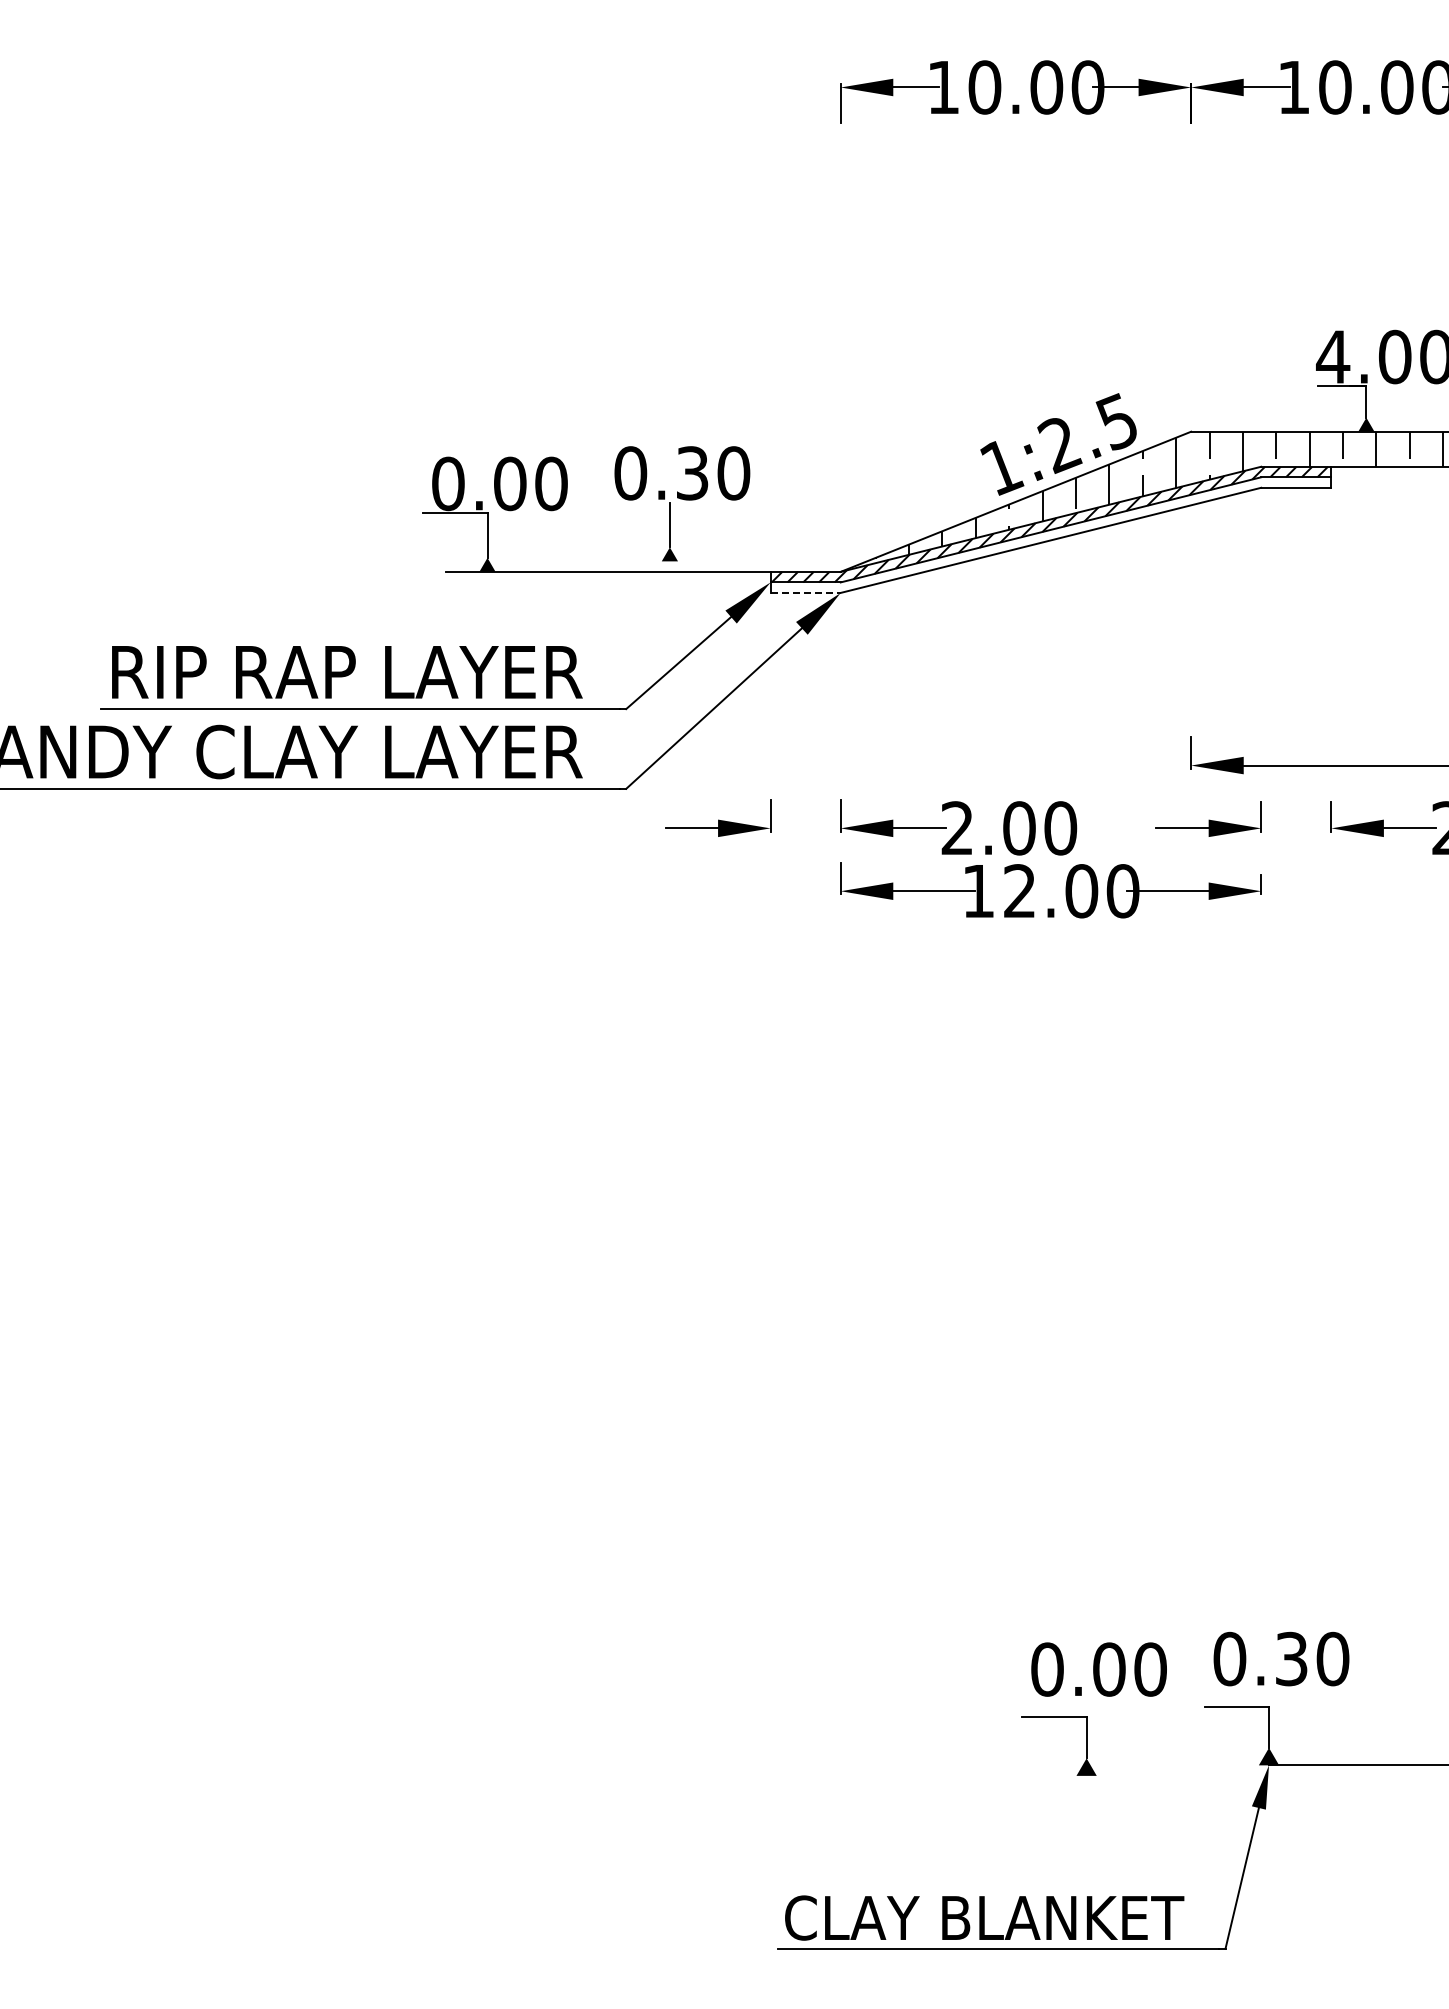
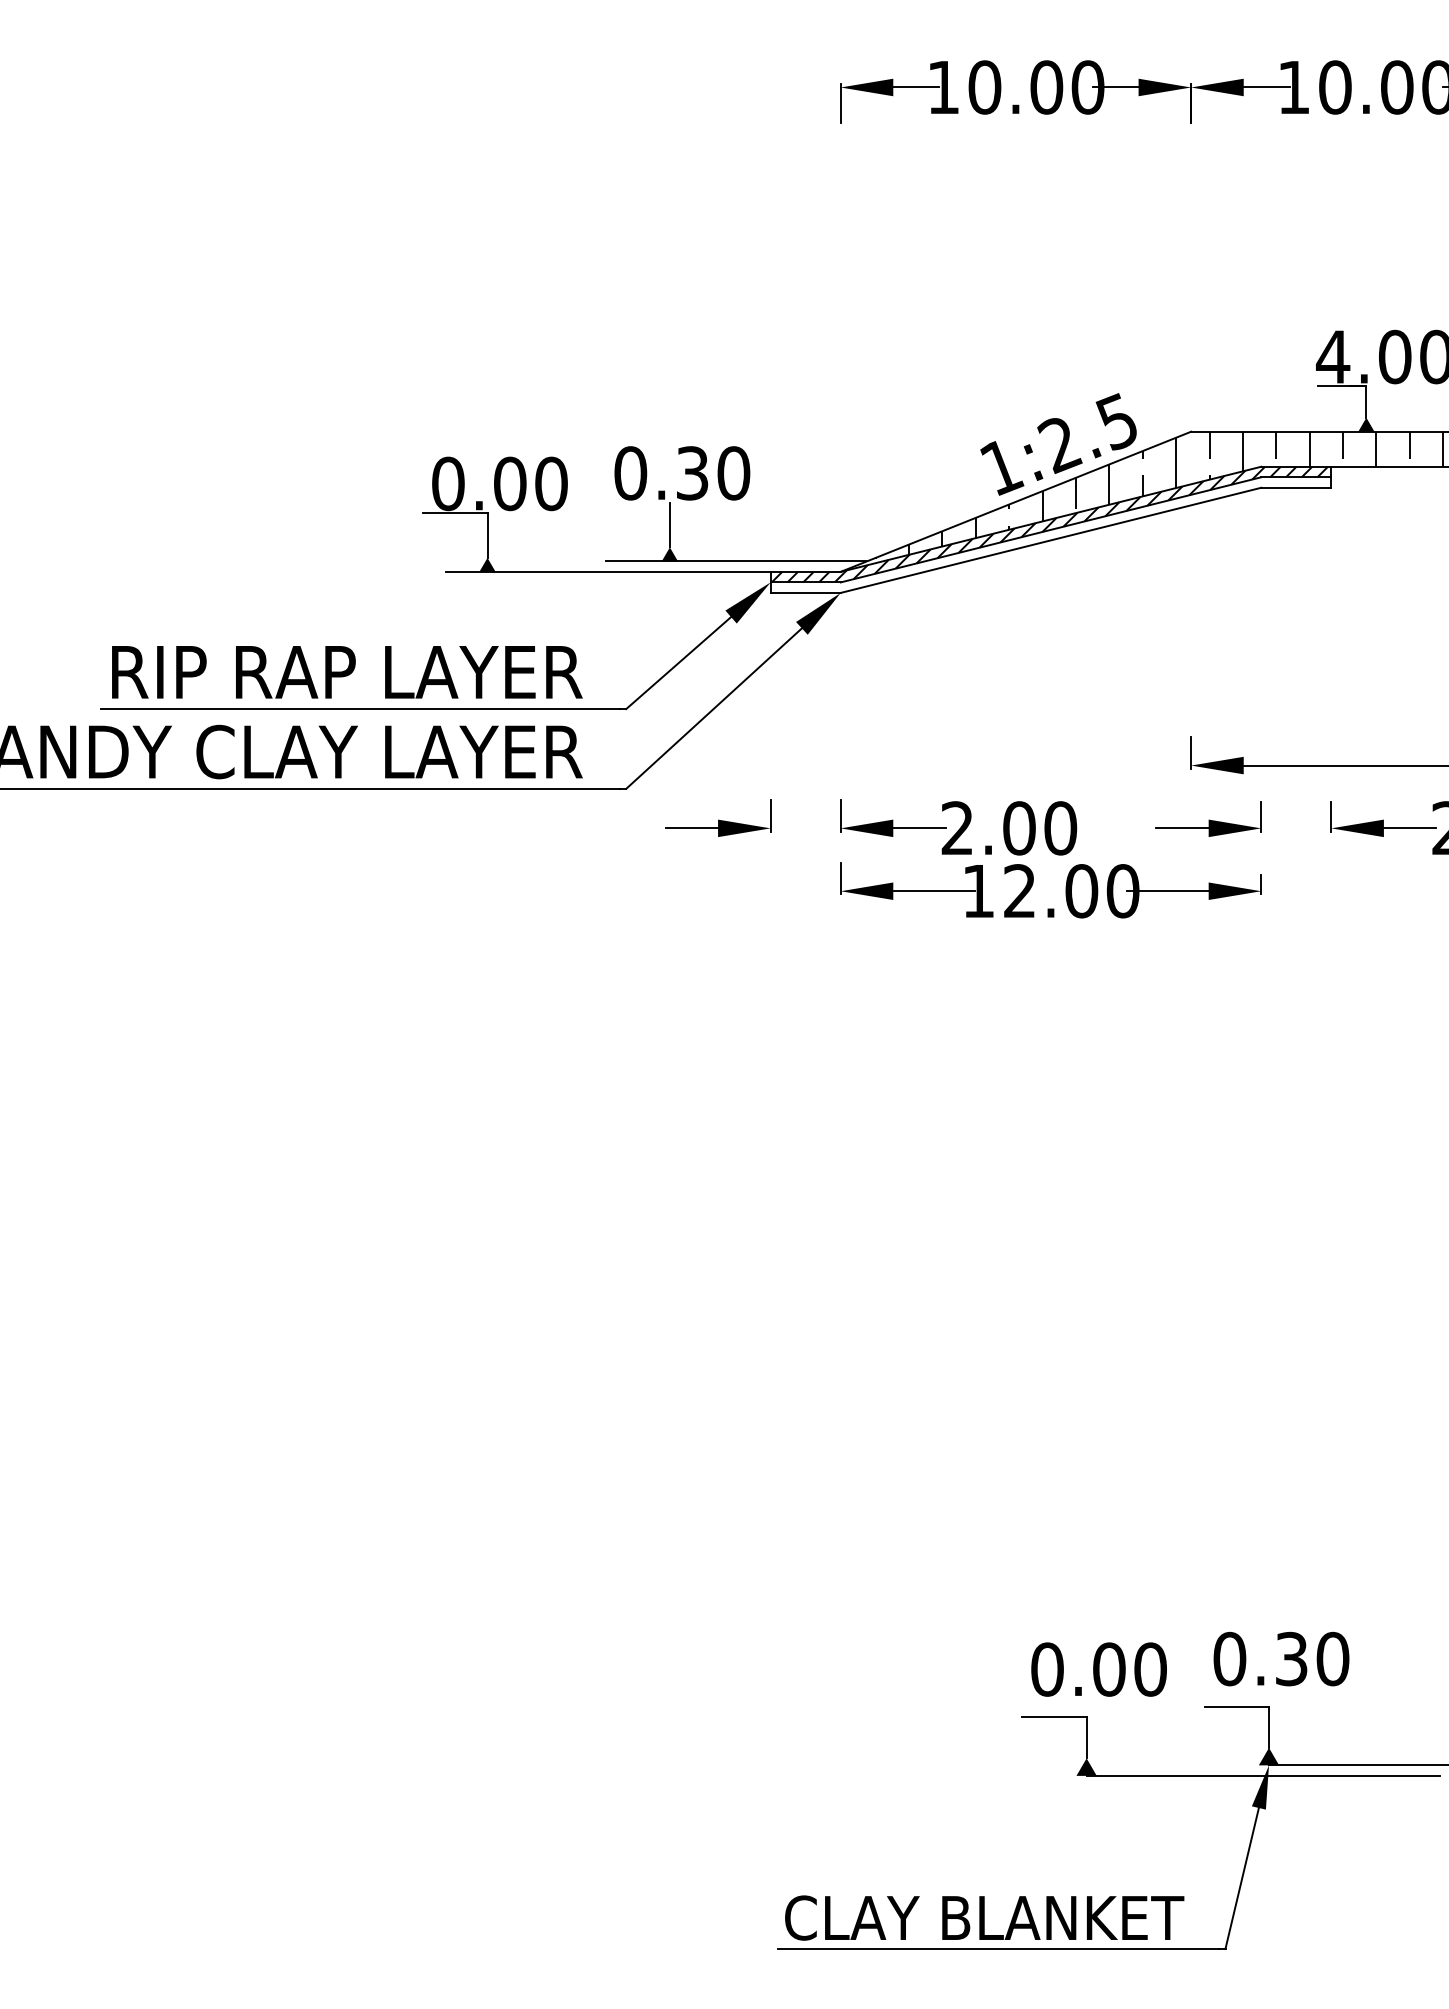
line at (736, 561): none -> present
line at (806, 592): dashed -> solid
line at (1262, 1775): none -> present
